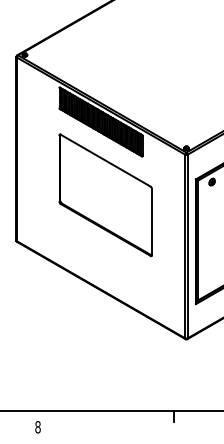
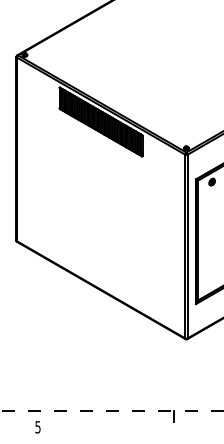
part at (105, 195): present -> none
line at (111, 410): solid -> dashed
text at (37, 427): 8 -> 5
